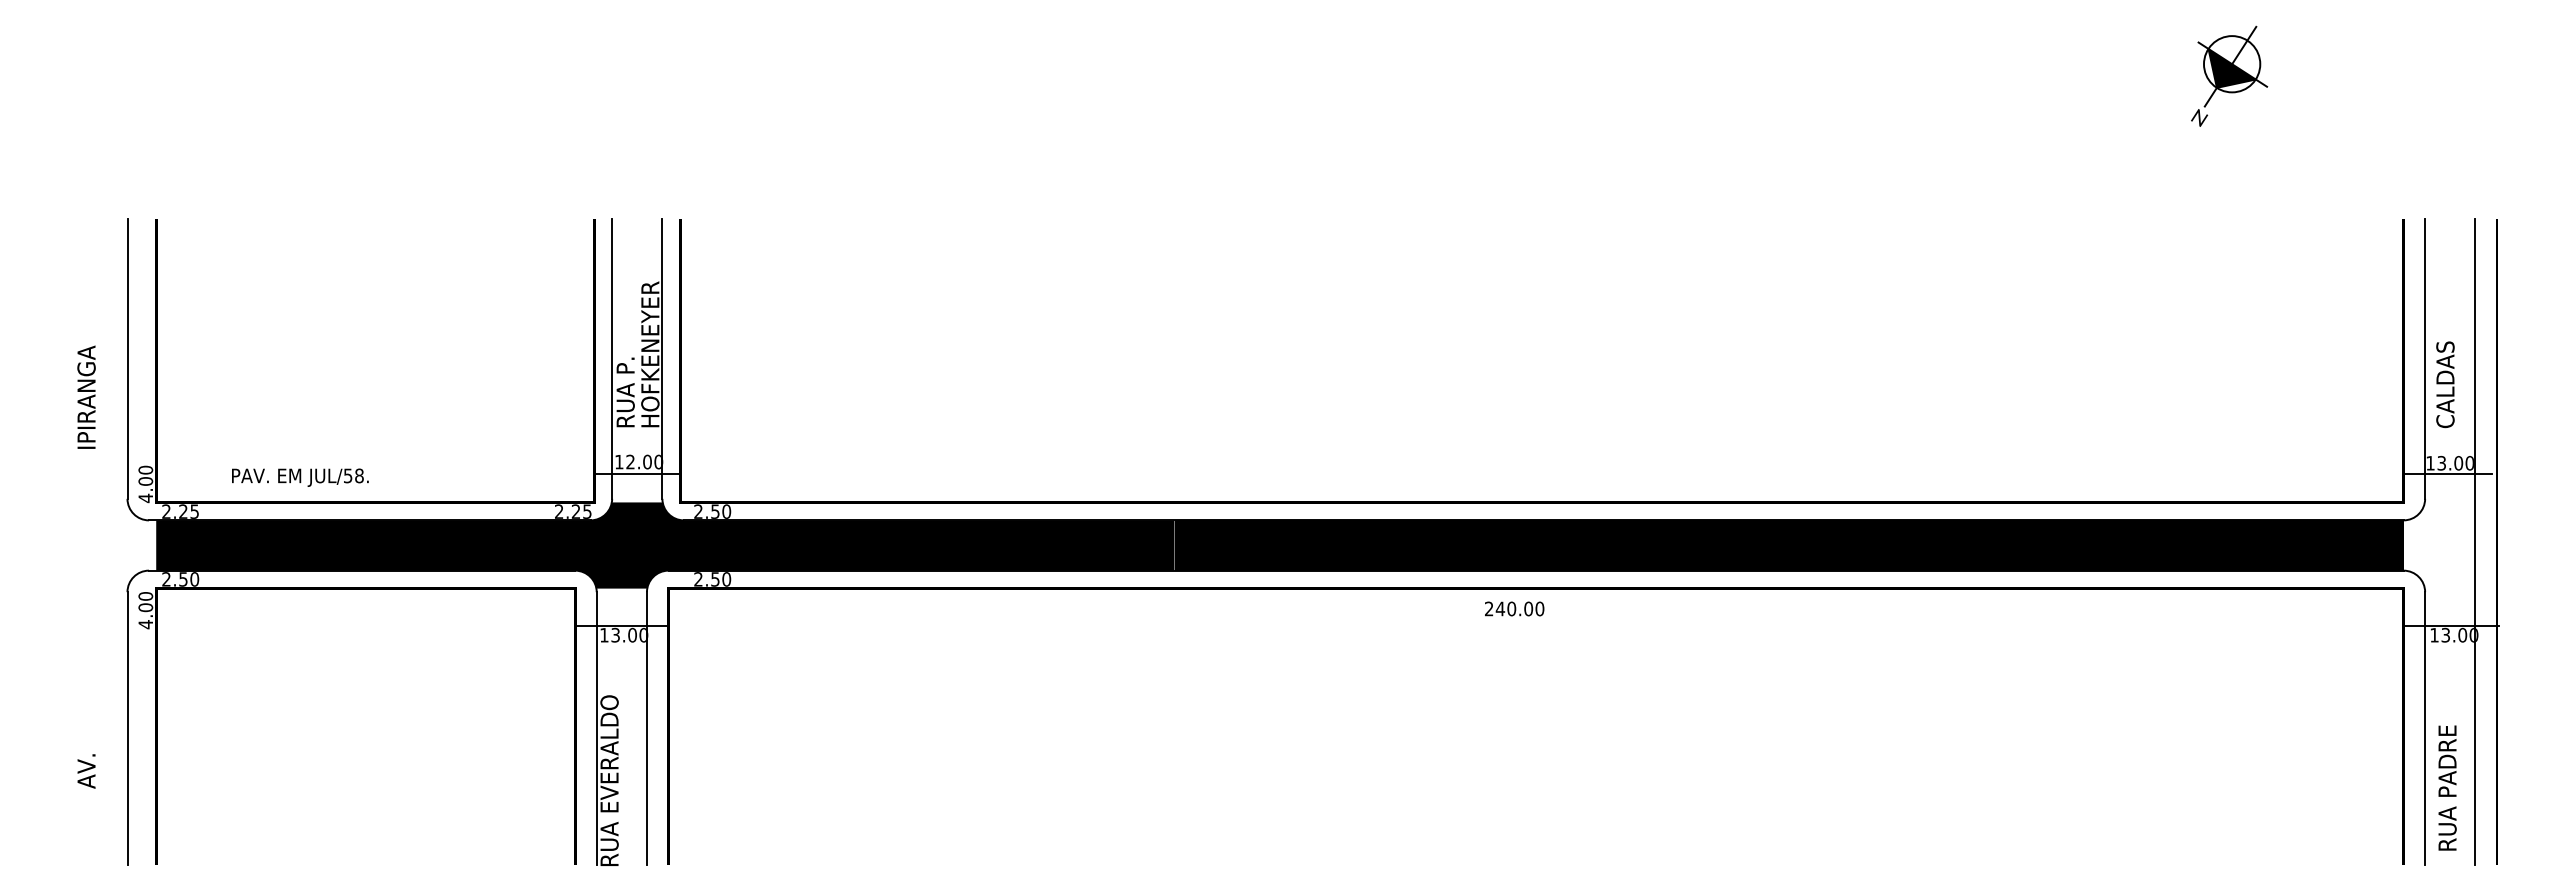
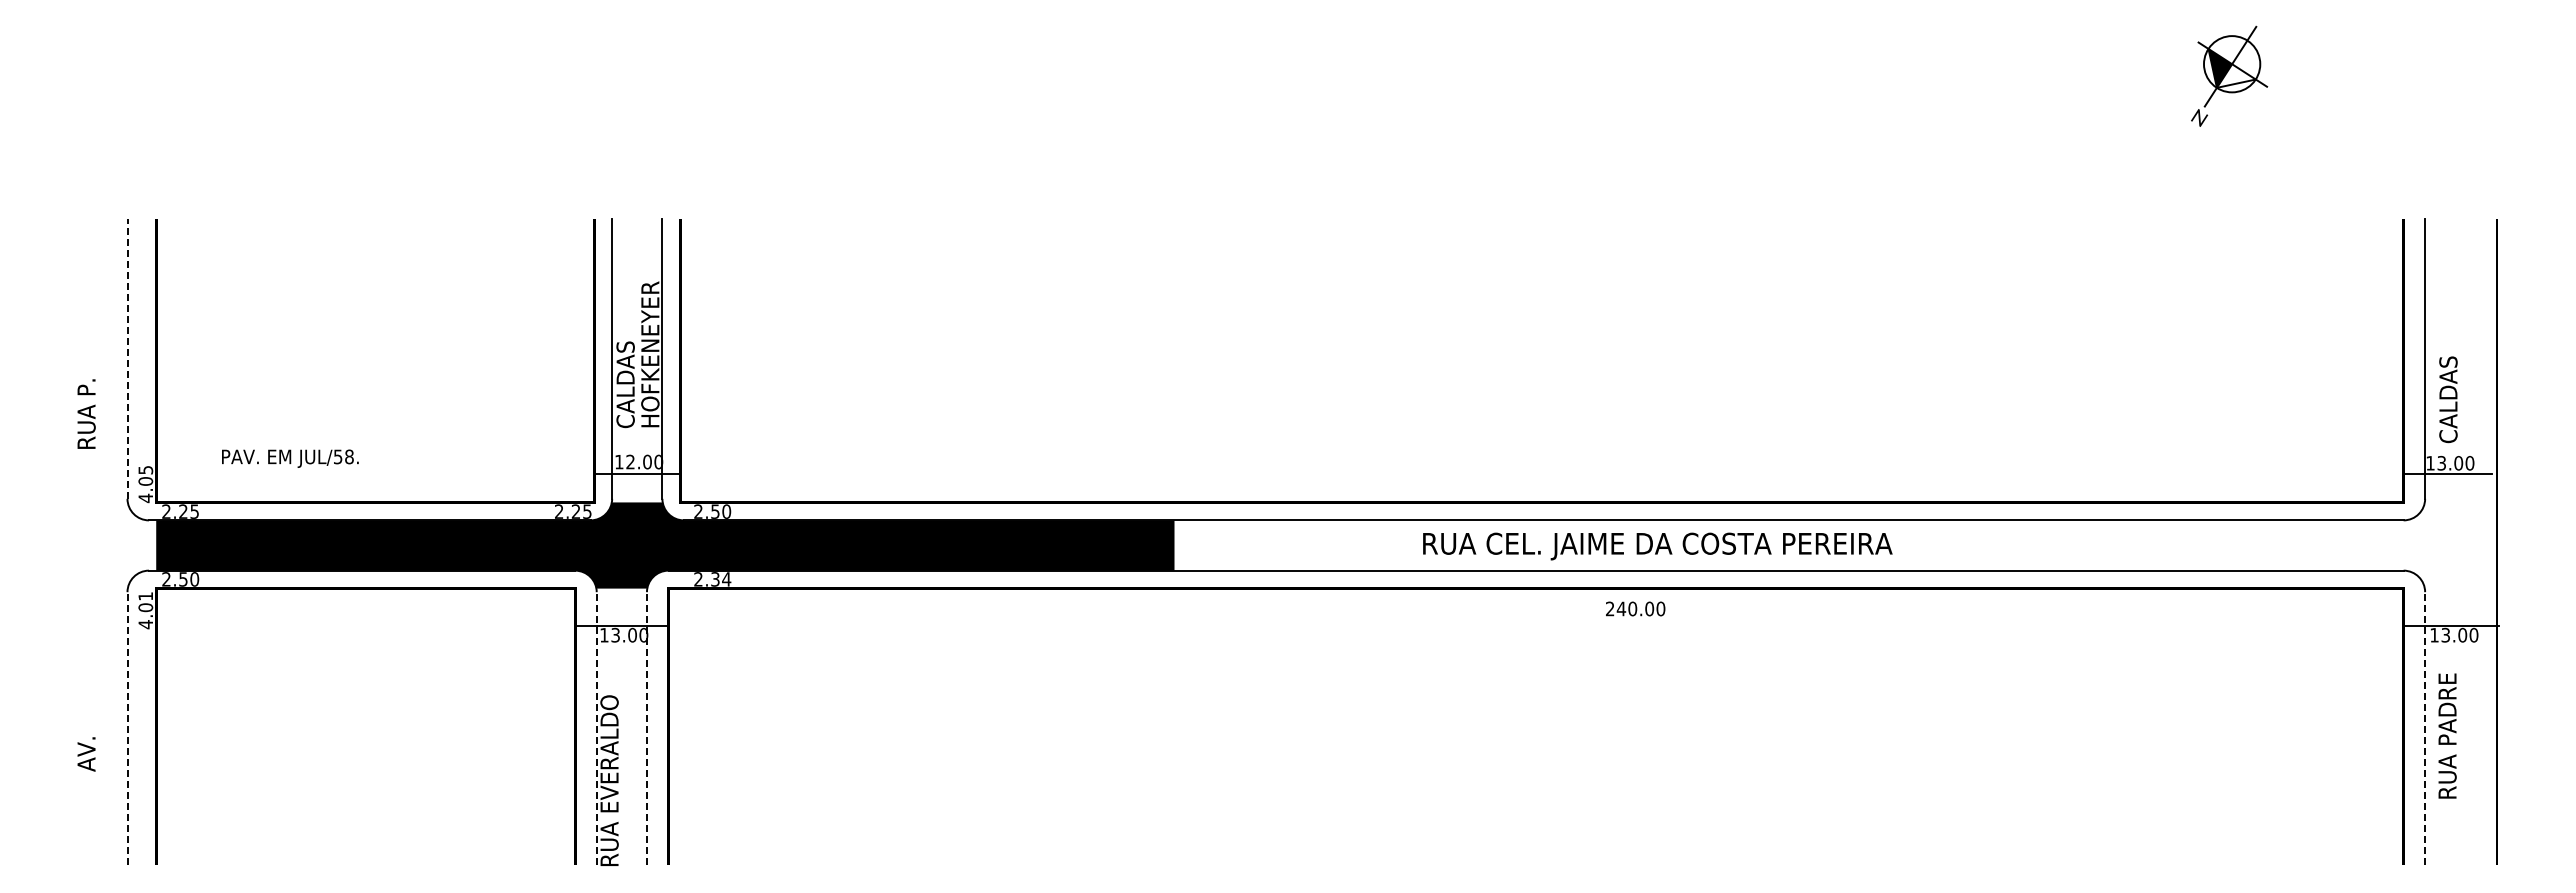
fill at (2235, 75): present -> none
line at (127, 358): solid -> dashed
text at (625, 384): RUA P. -> CALDAS
text at (2445, 384) position: (2445, 384) -> (2448, 399)
text at (86, 395): IPIRANGA -> RUA P.
text at (145, 469): 4.00 -> 4.05
text at (300, 477) position: (300, 477) -> (290, 458)
line at (2475, 541): present -> none
fill at (1788, 545): present -> none
text at (721, 579): 2.50 -> 2.34
text at (145, 596): 4.00 -> 4.01
text at (1514, 608) position: (1514, 608) -> (1635, 608)
line at (127, 728): solid -> dashed
line at (596, 728): solid -> dashed
line at (646, 728): solid -> dashed
line at (2425, 728): solid -> dashed
text at (86, 771) position: (86, 771) -> (86, 754)
text at (2447, 787) position: (2447, 787) -> (2447, 735)
